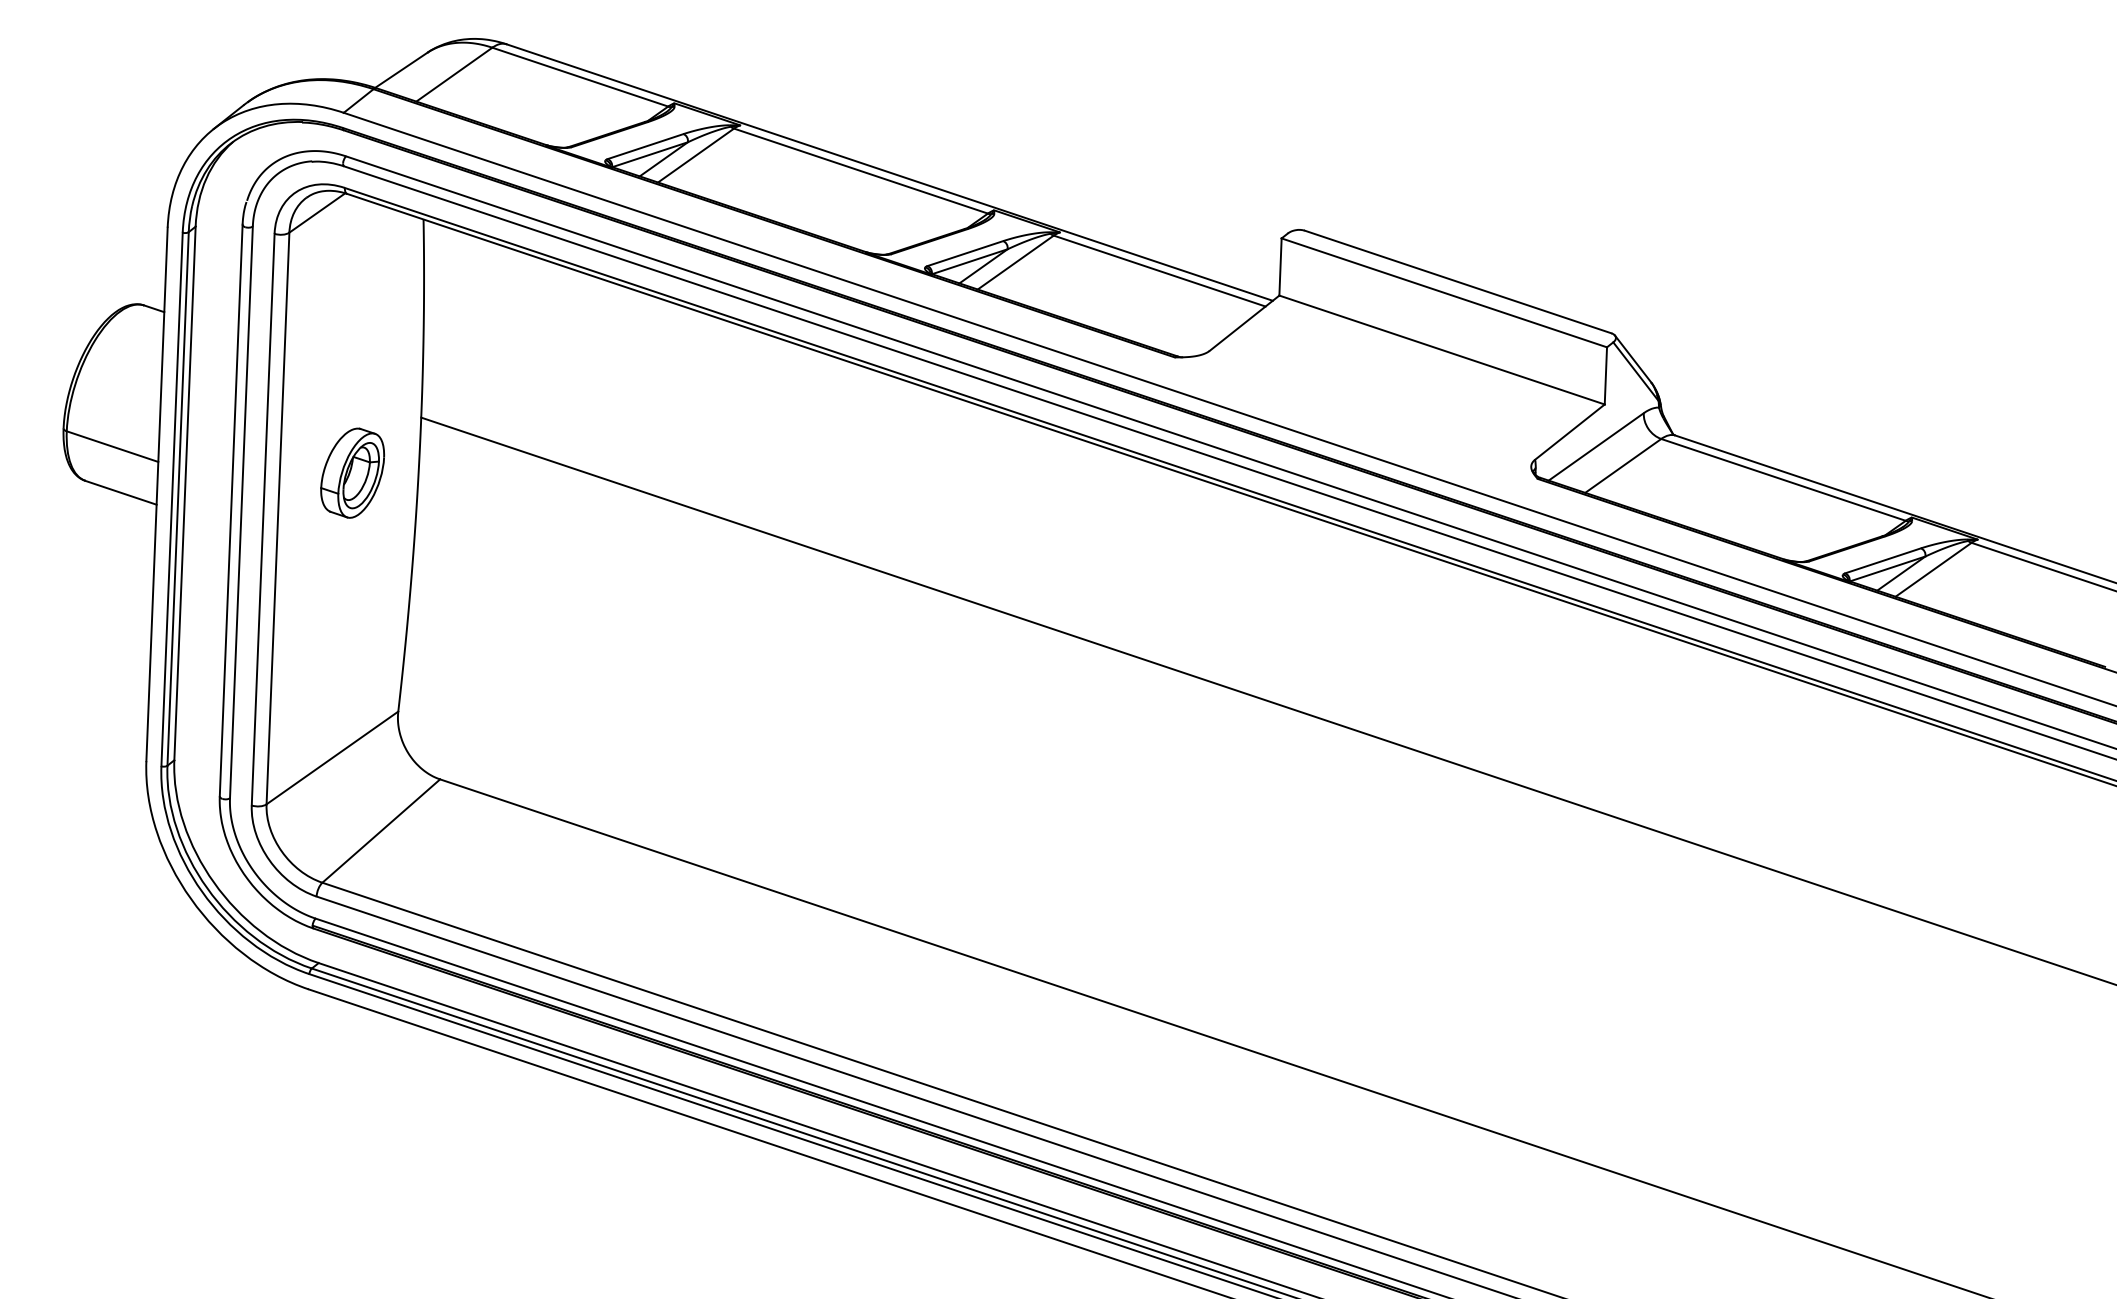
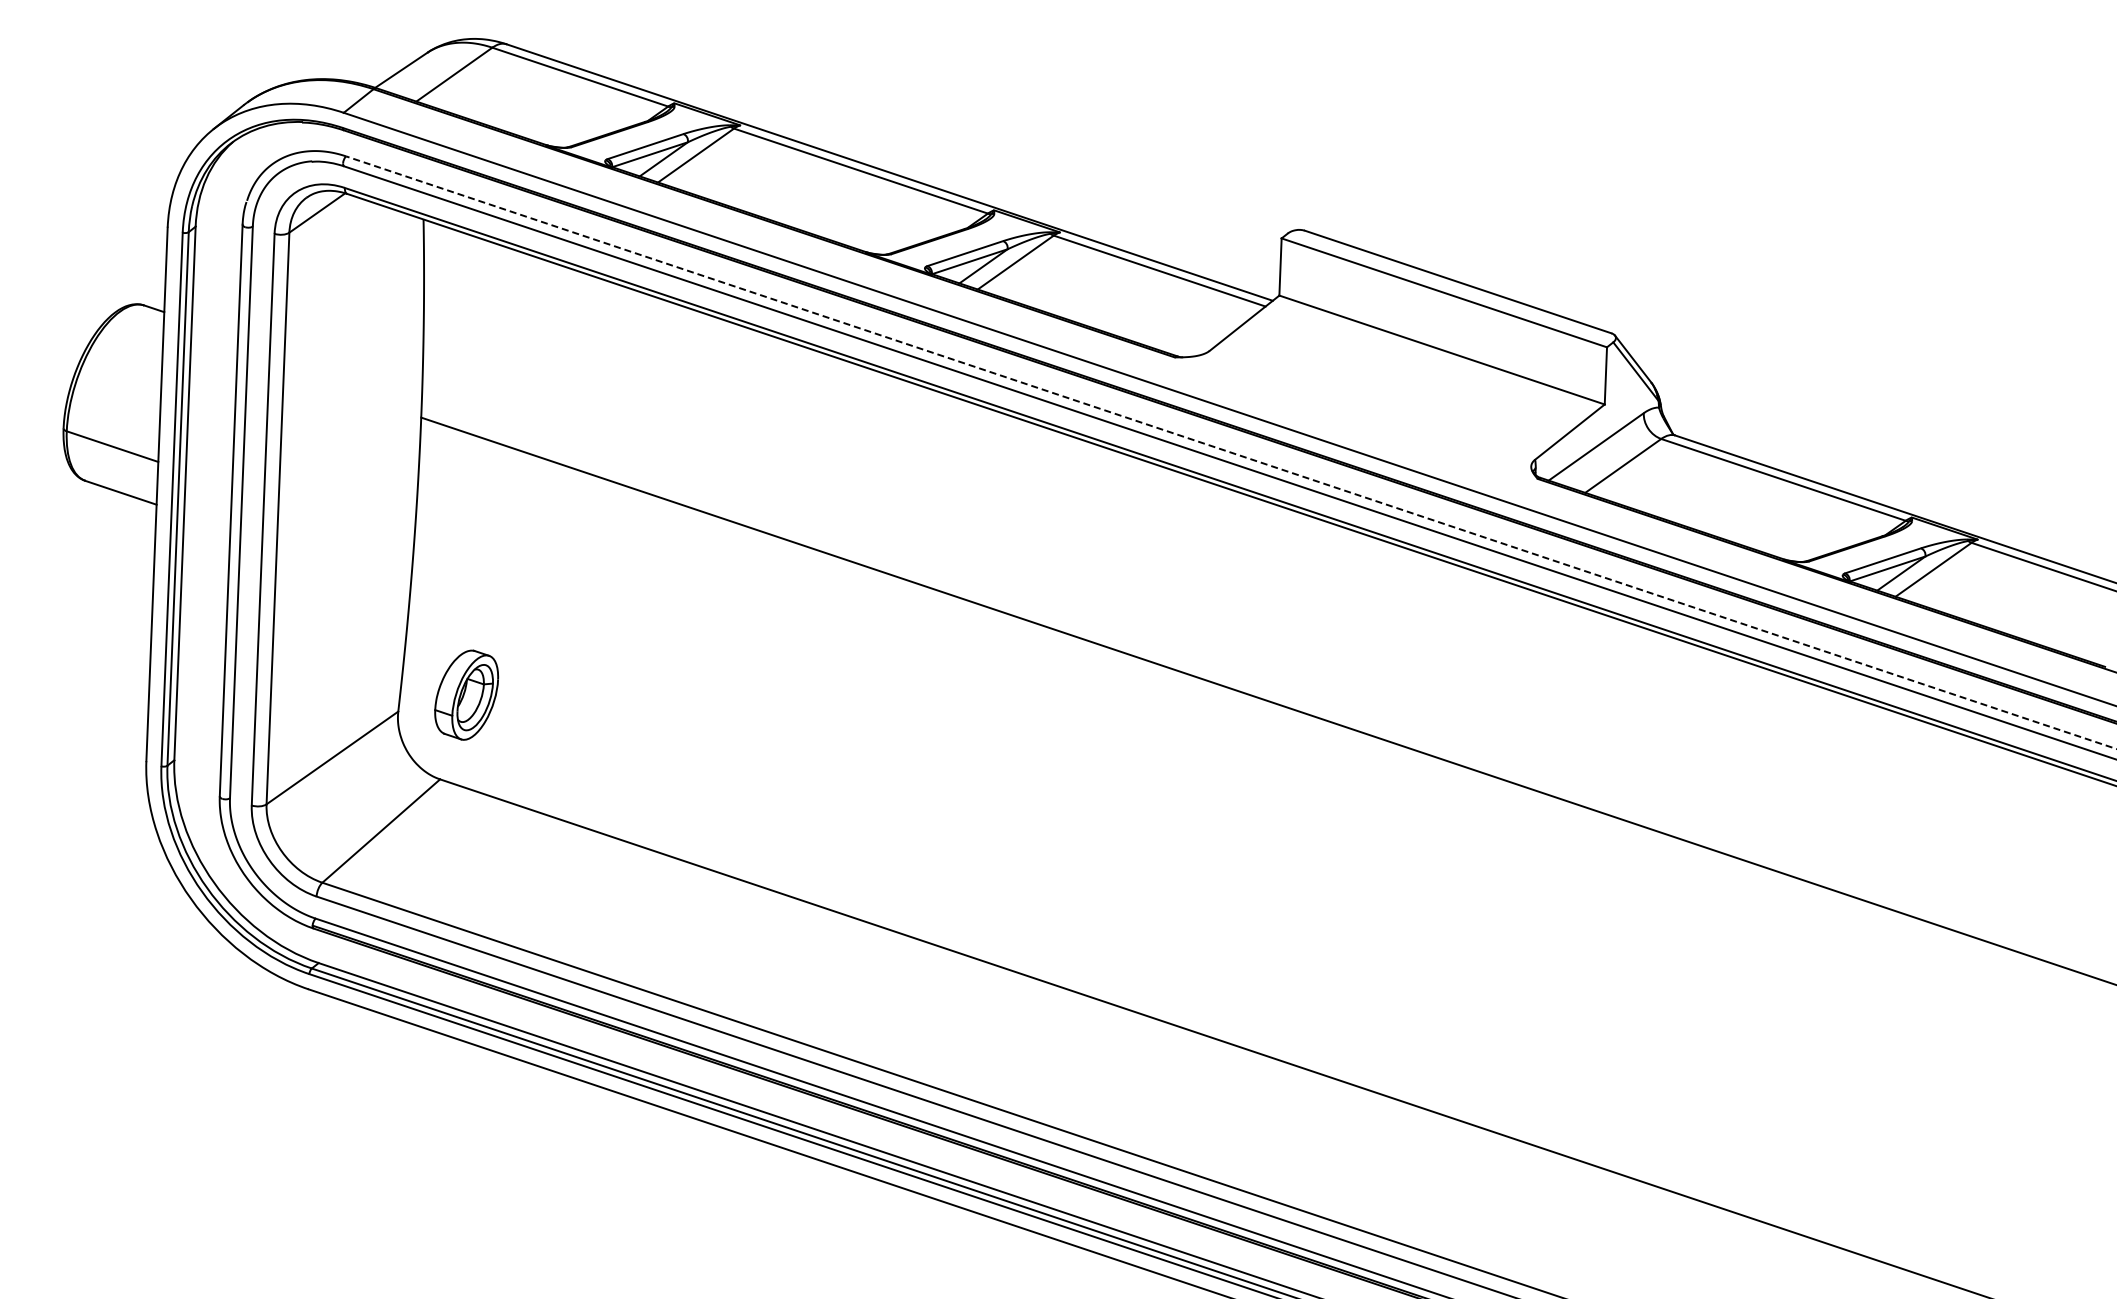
line at (1230, 452): solid -> dashed
part at (352, 472) position: (352, 472) -> (466, 694)
